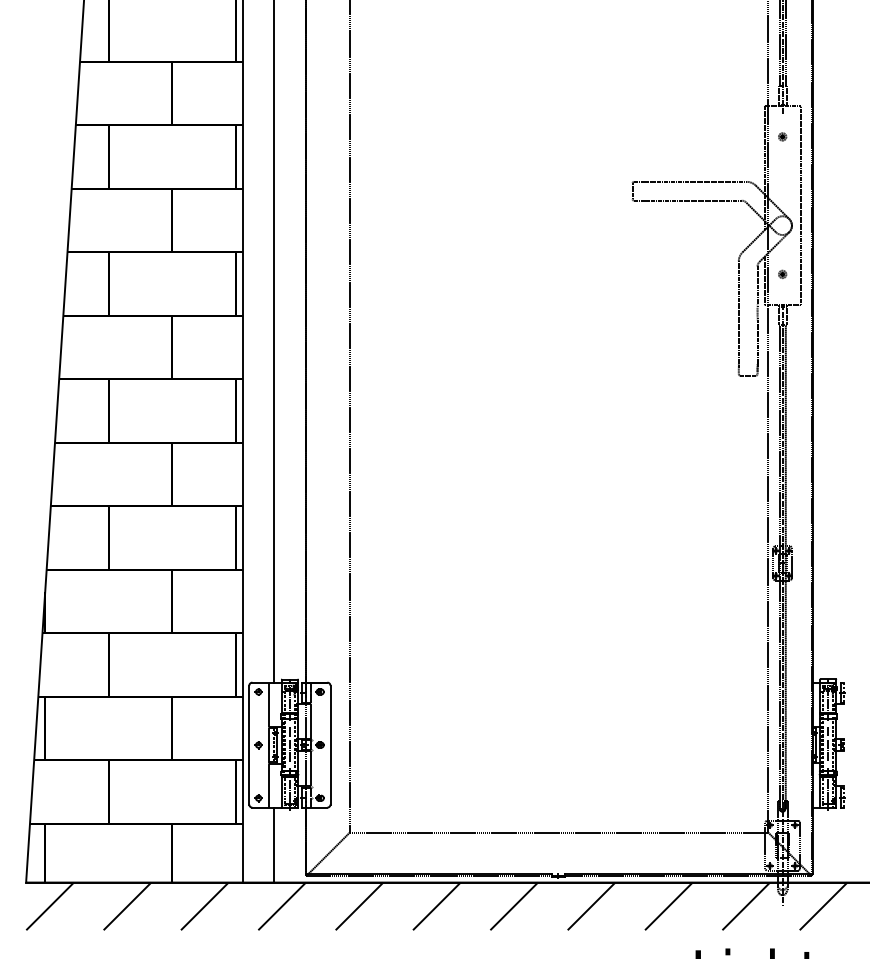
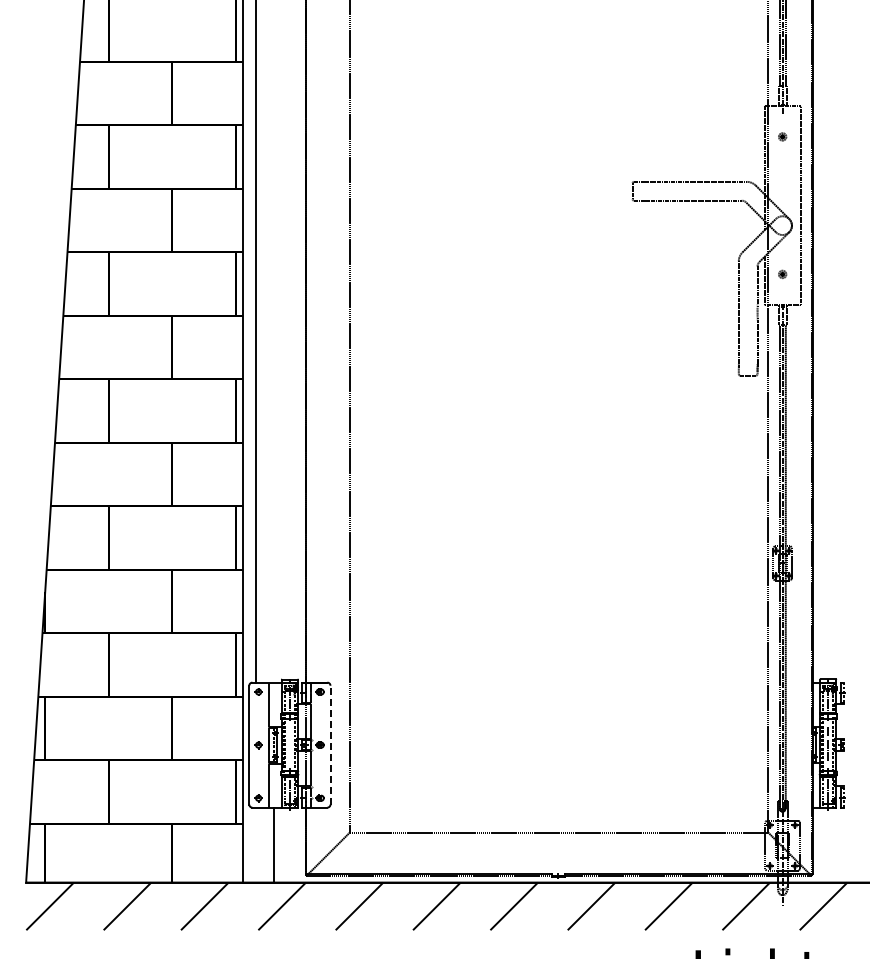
line at (274, 342) position: (274, 342) -> (256, 342)
line at (289, 743): present -> none
line at (330, 744): solid -> dashed
